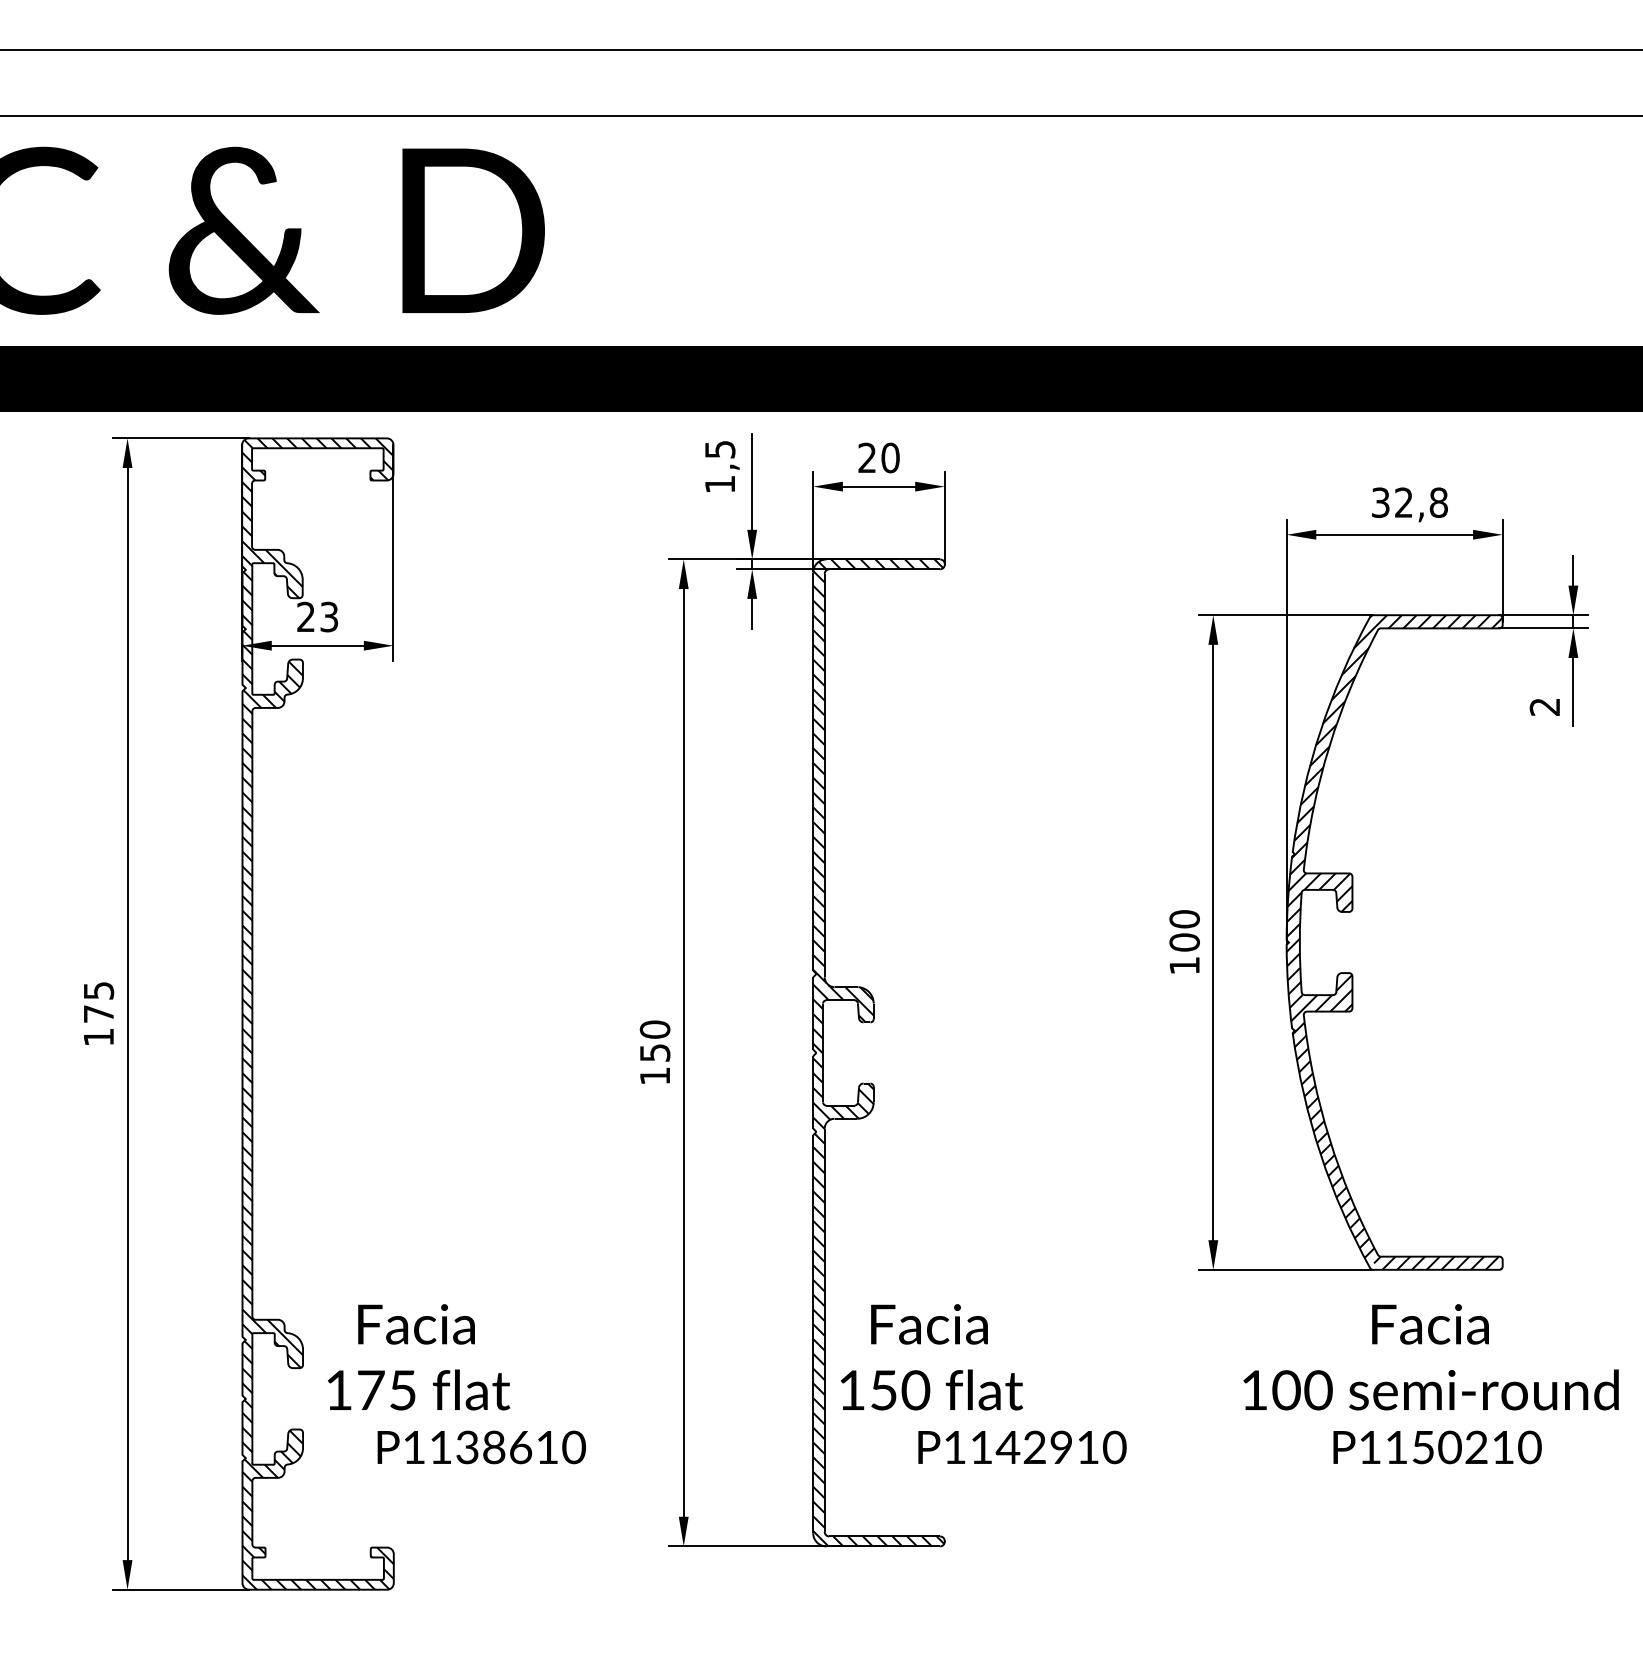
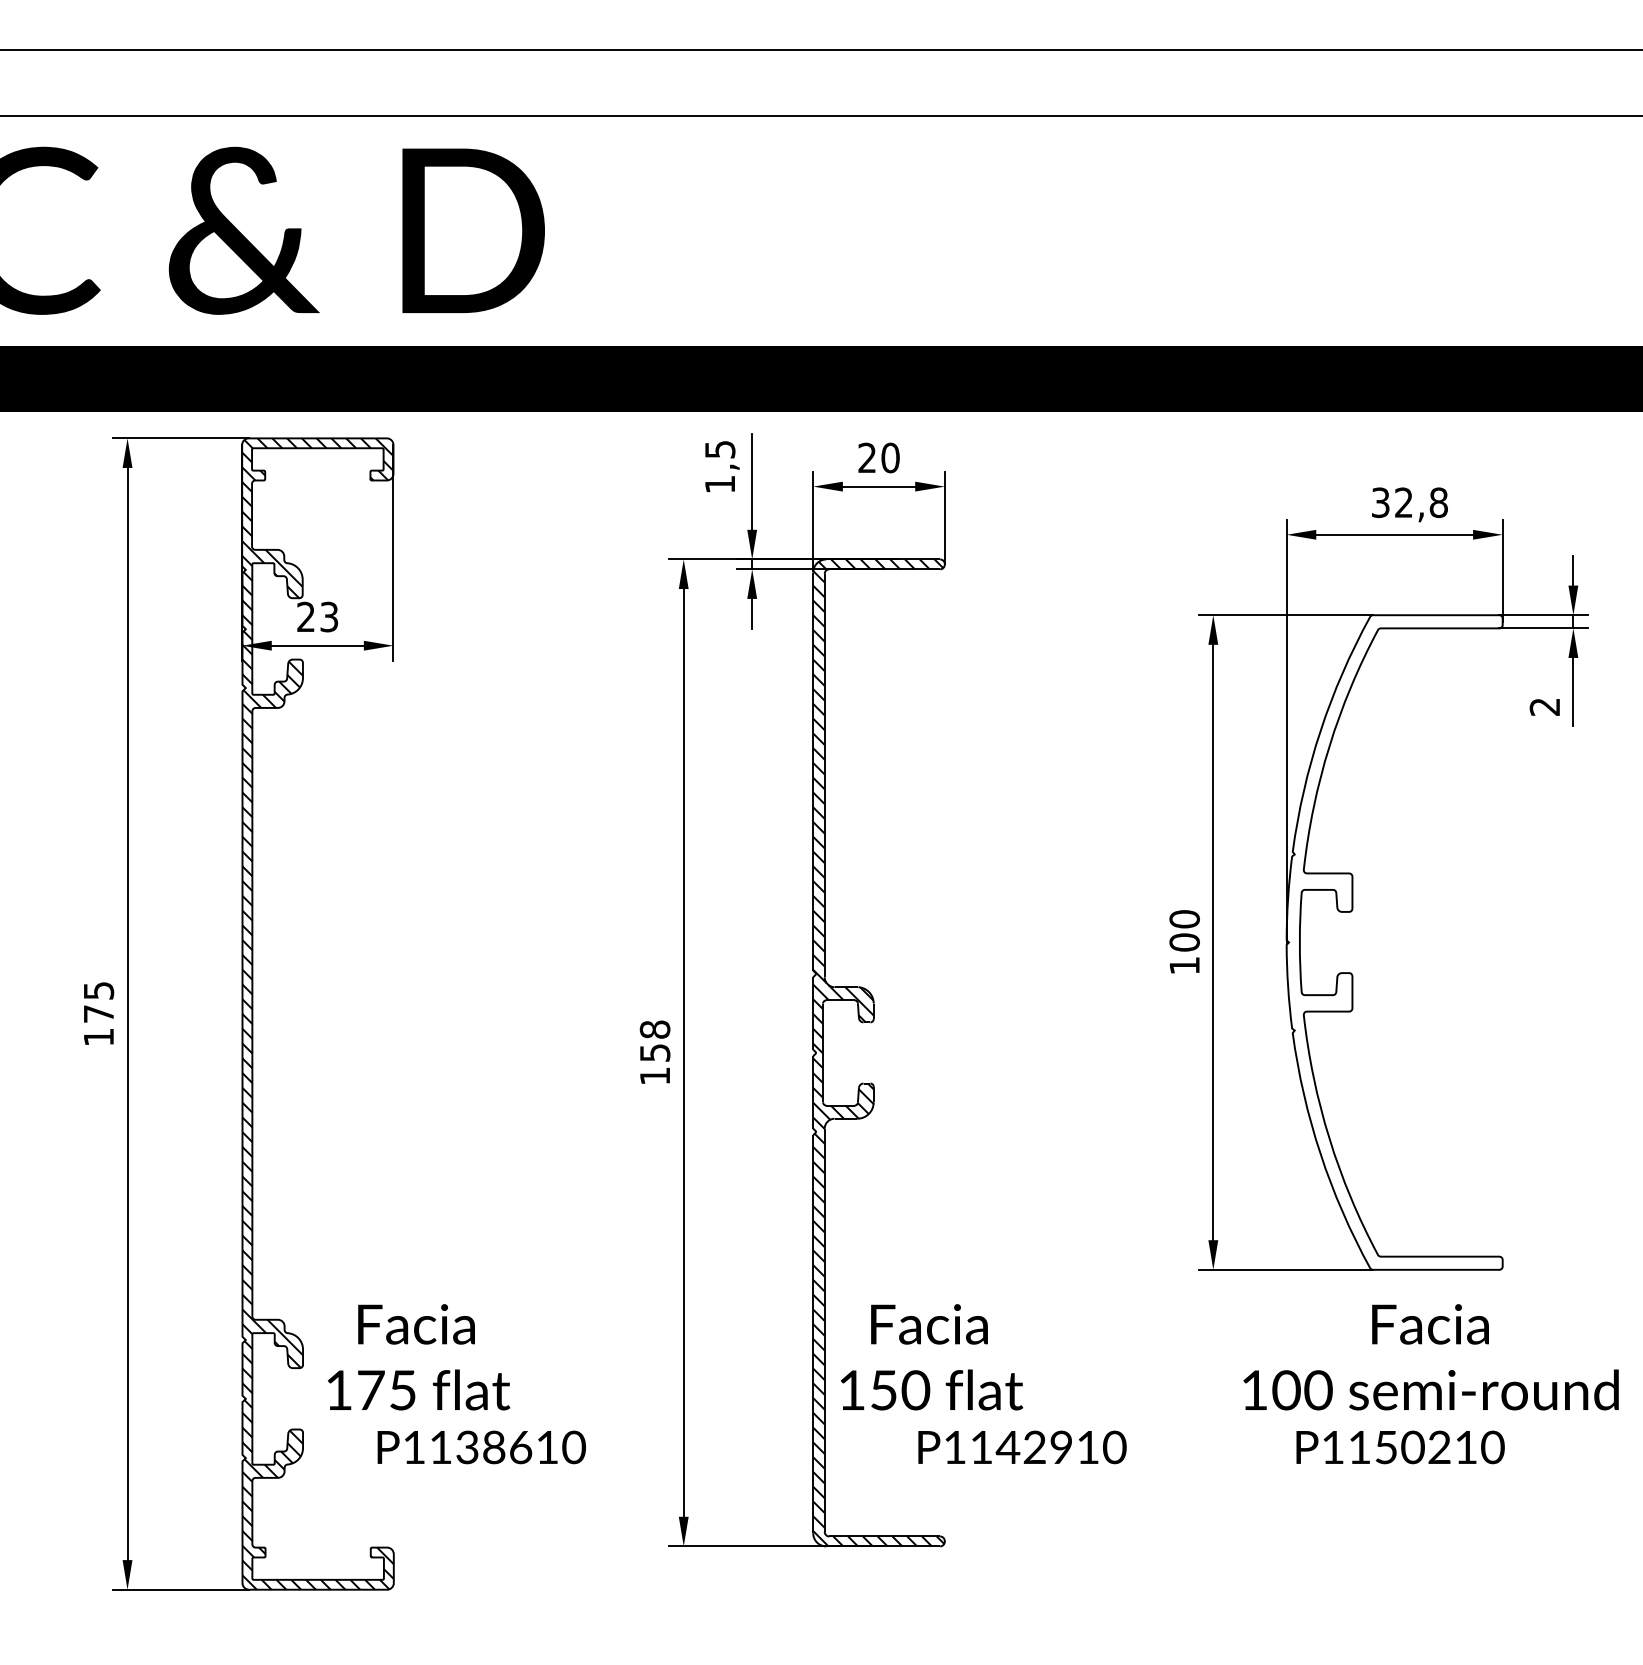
hatch at (1394, 942): present -> none
text at (655, 1029): 150 -> 158
text at (1437, 1447) position: (1437, 1447) -> (1400, 1447)
